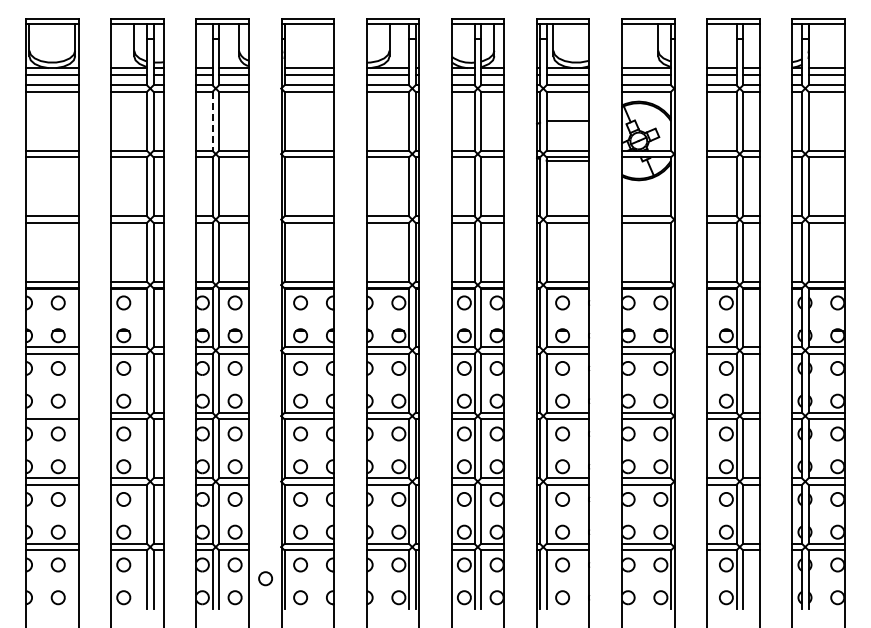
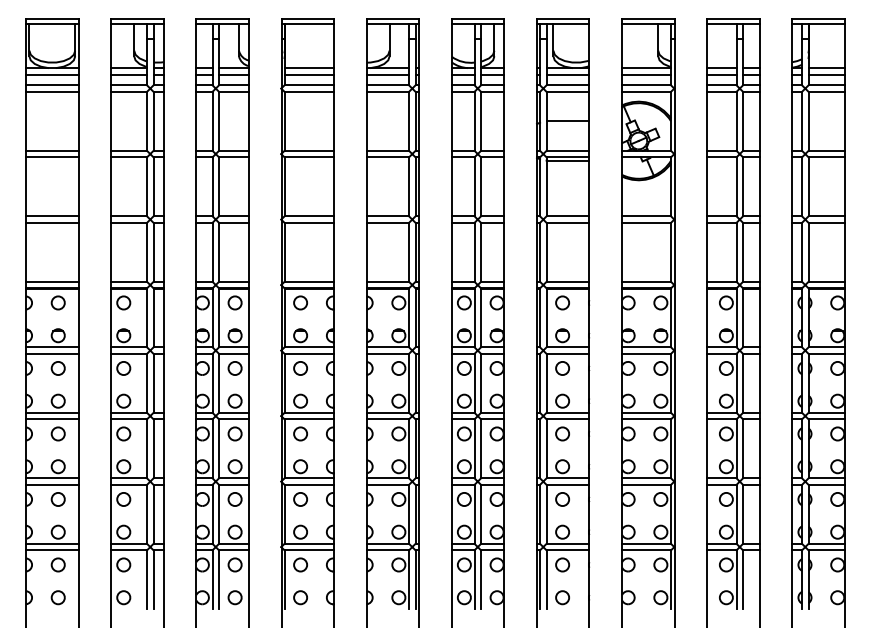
line at (212, 121): dashed -> solid
line at (52, 412): none -> present
circle at (265, 578): present -> none
